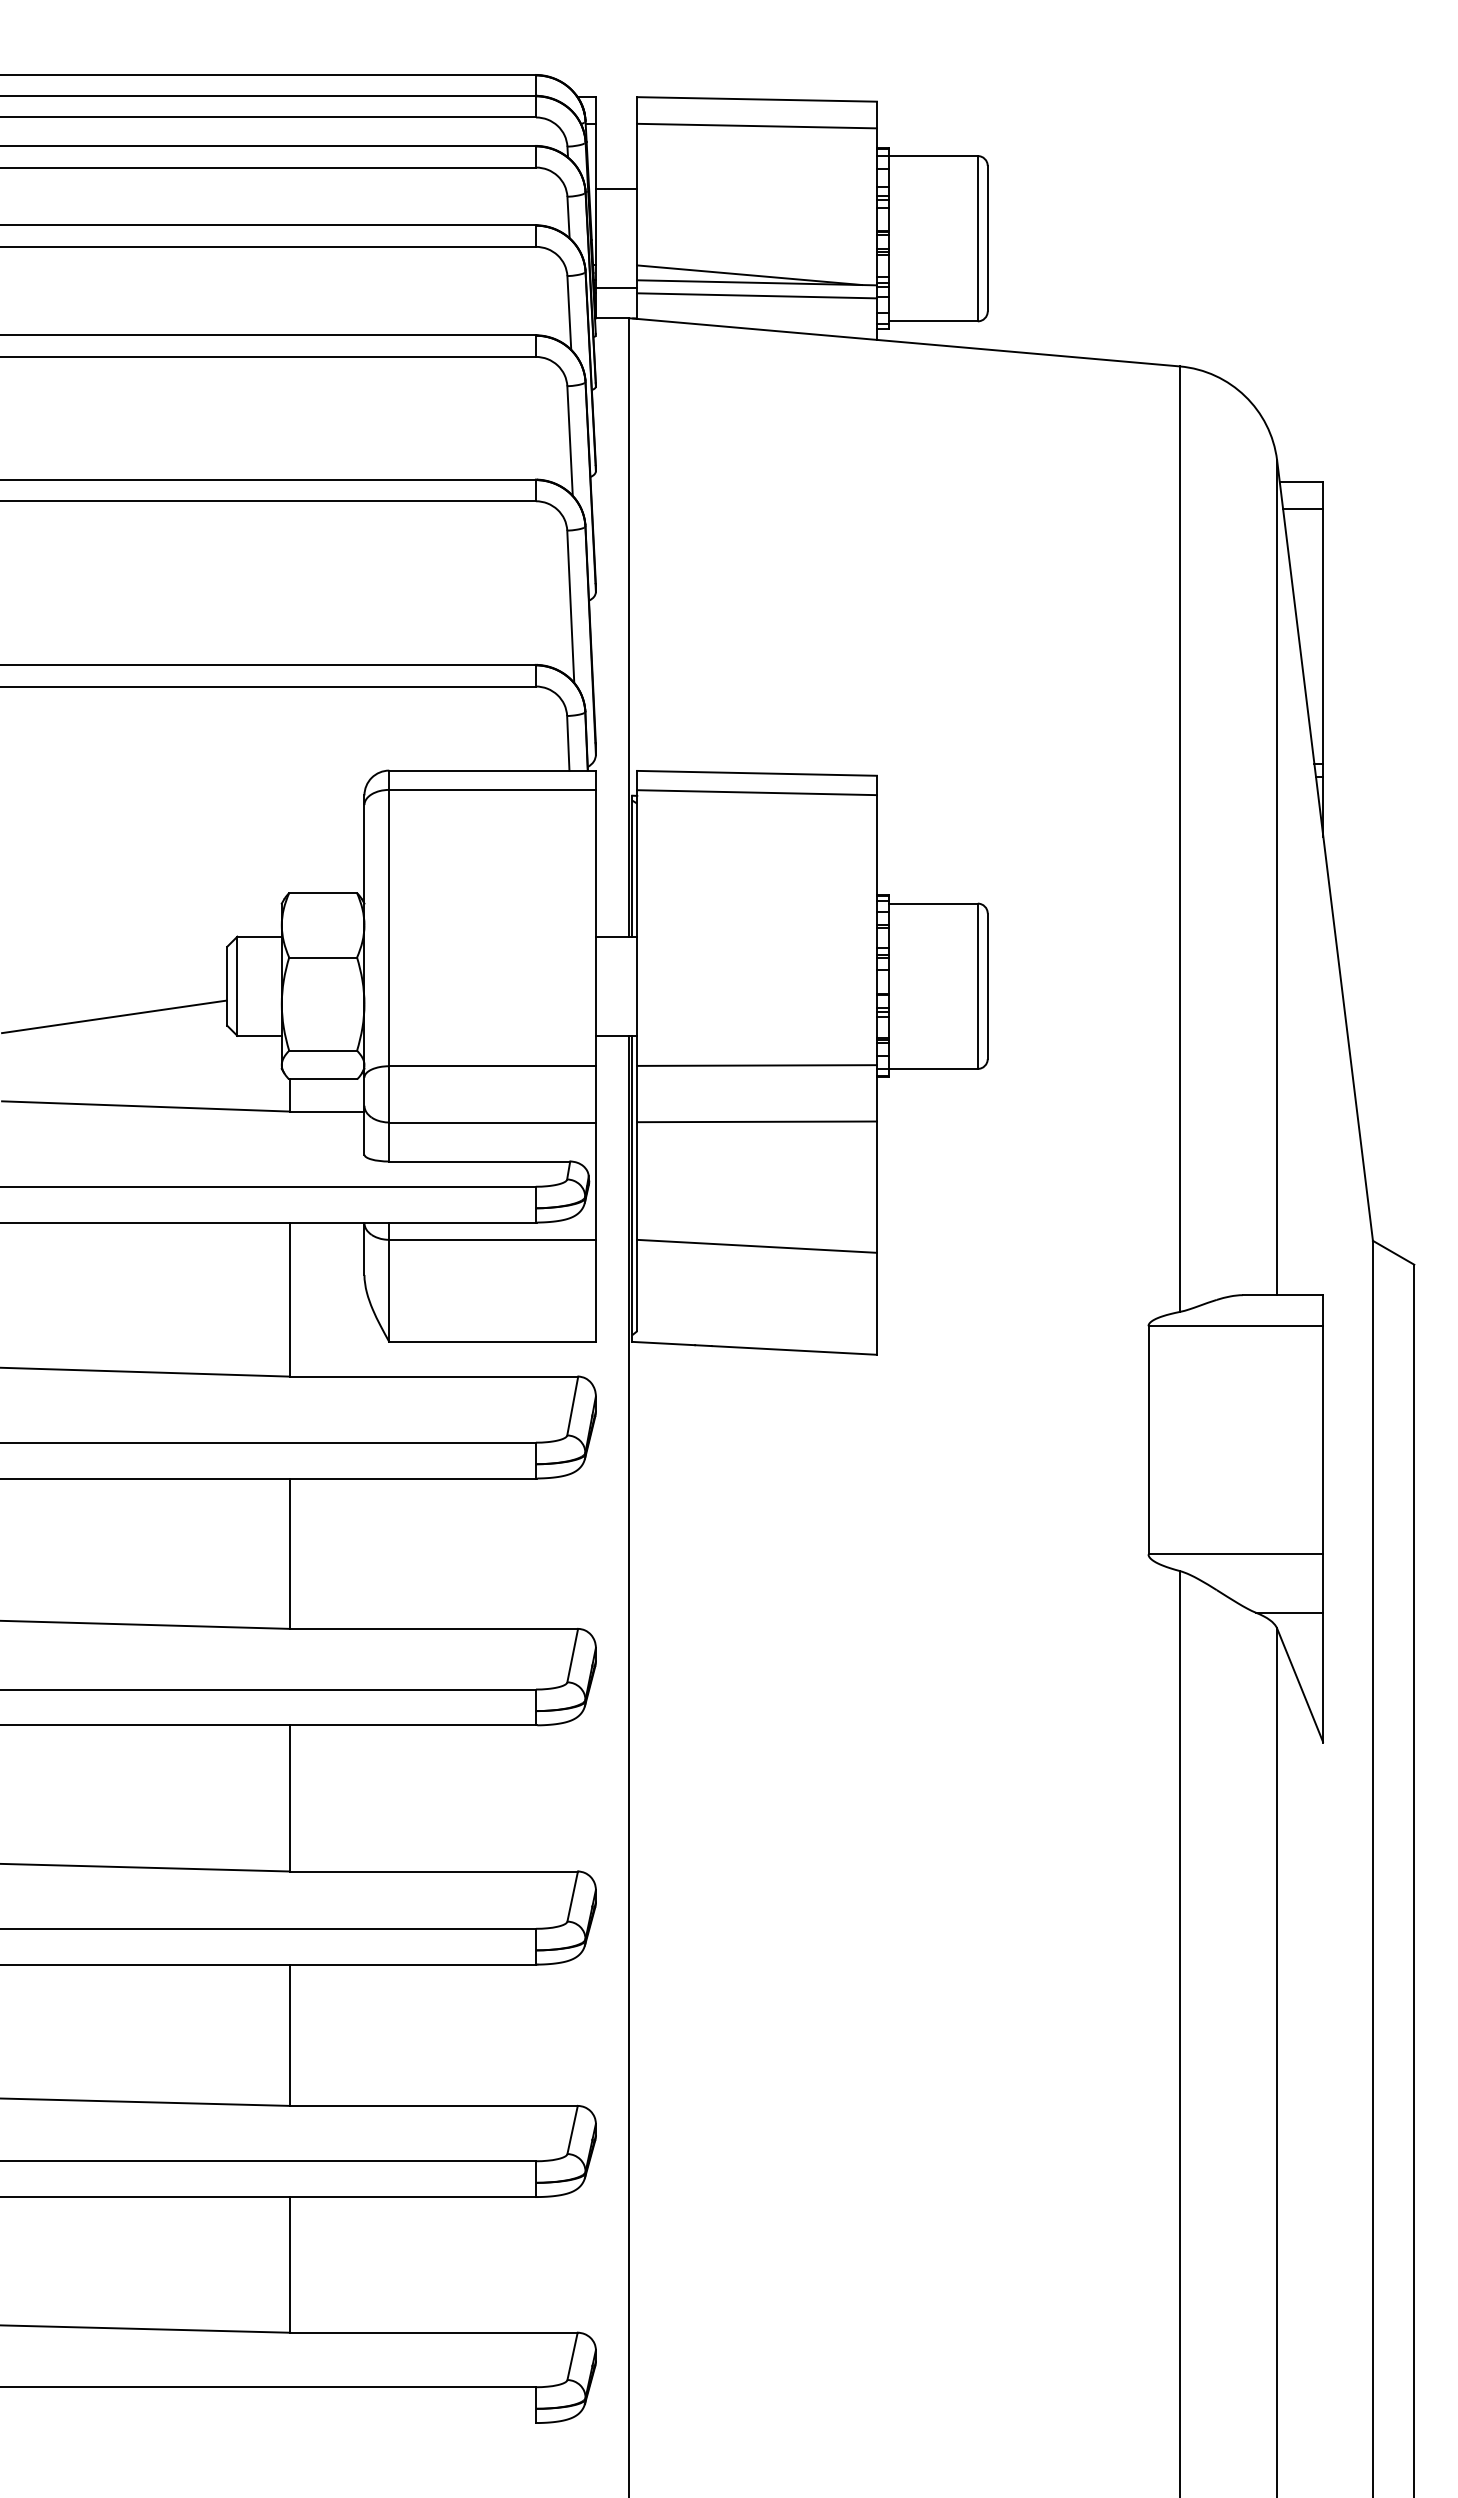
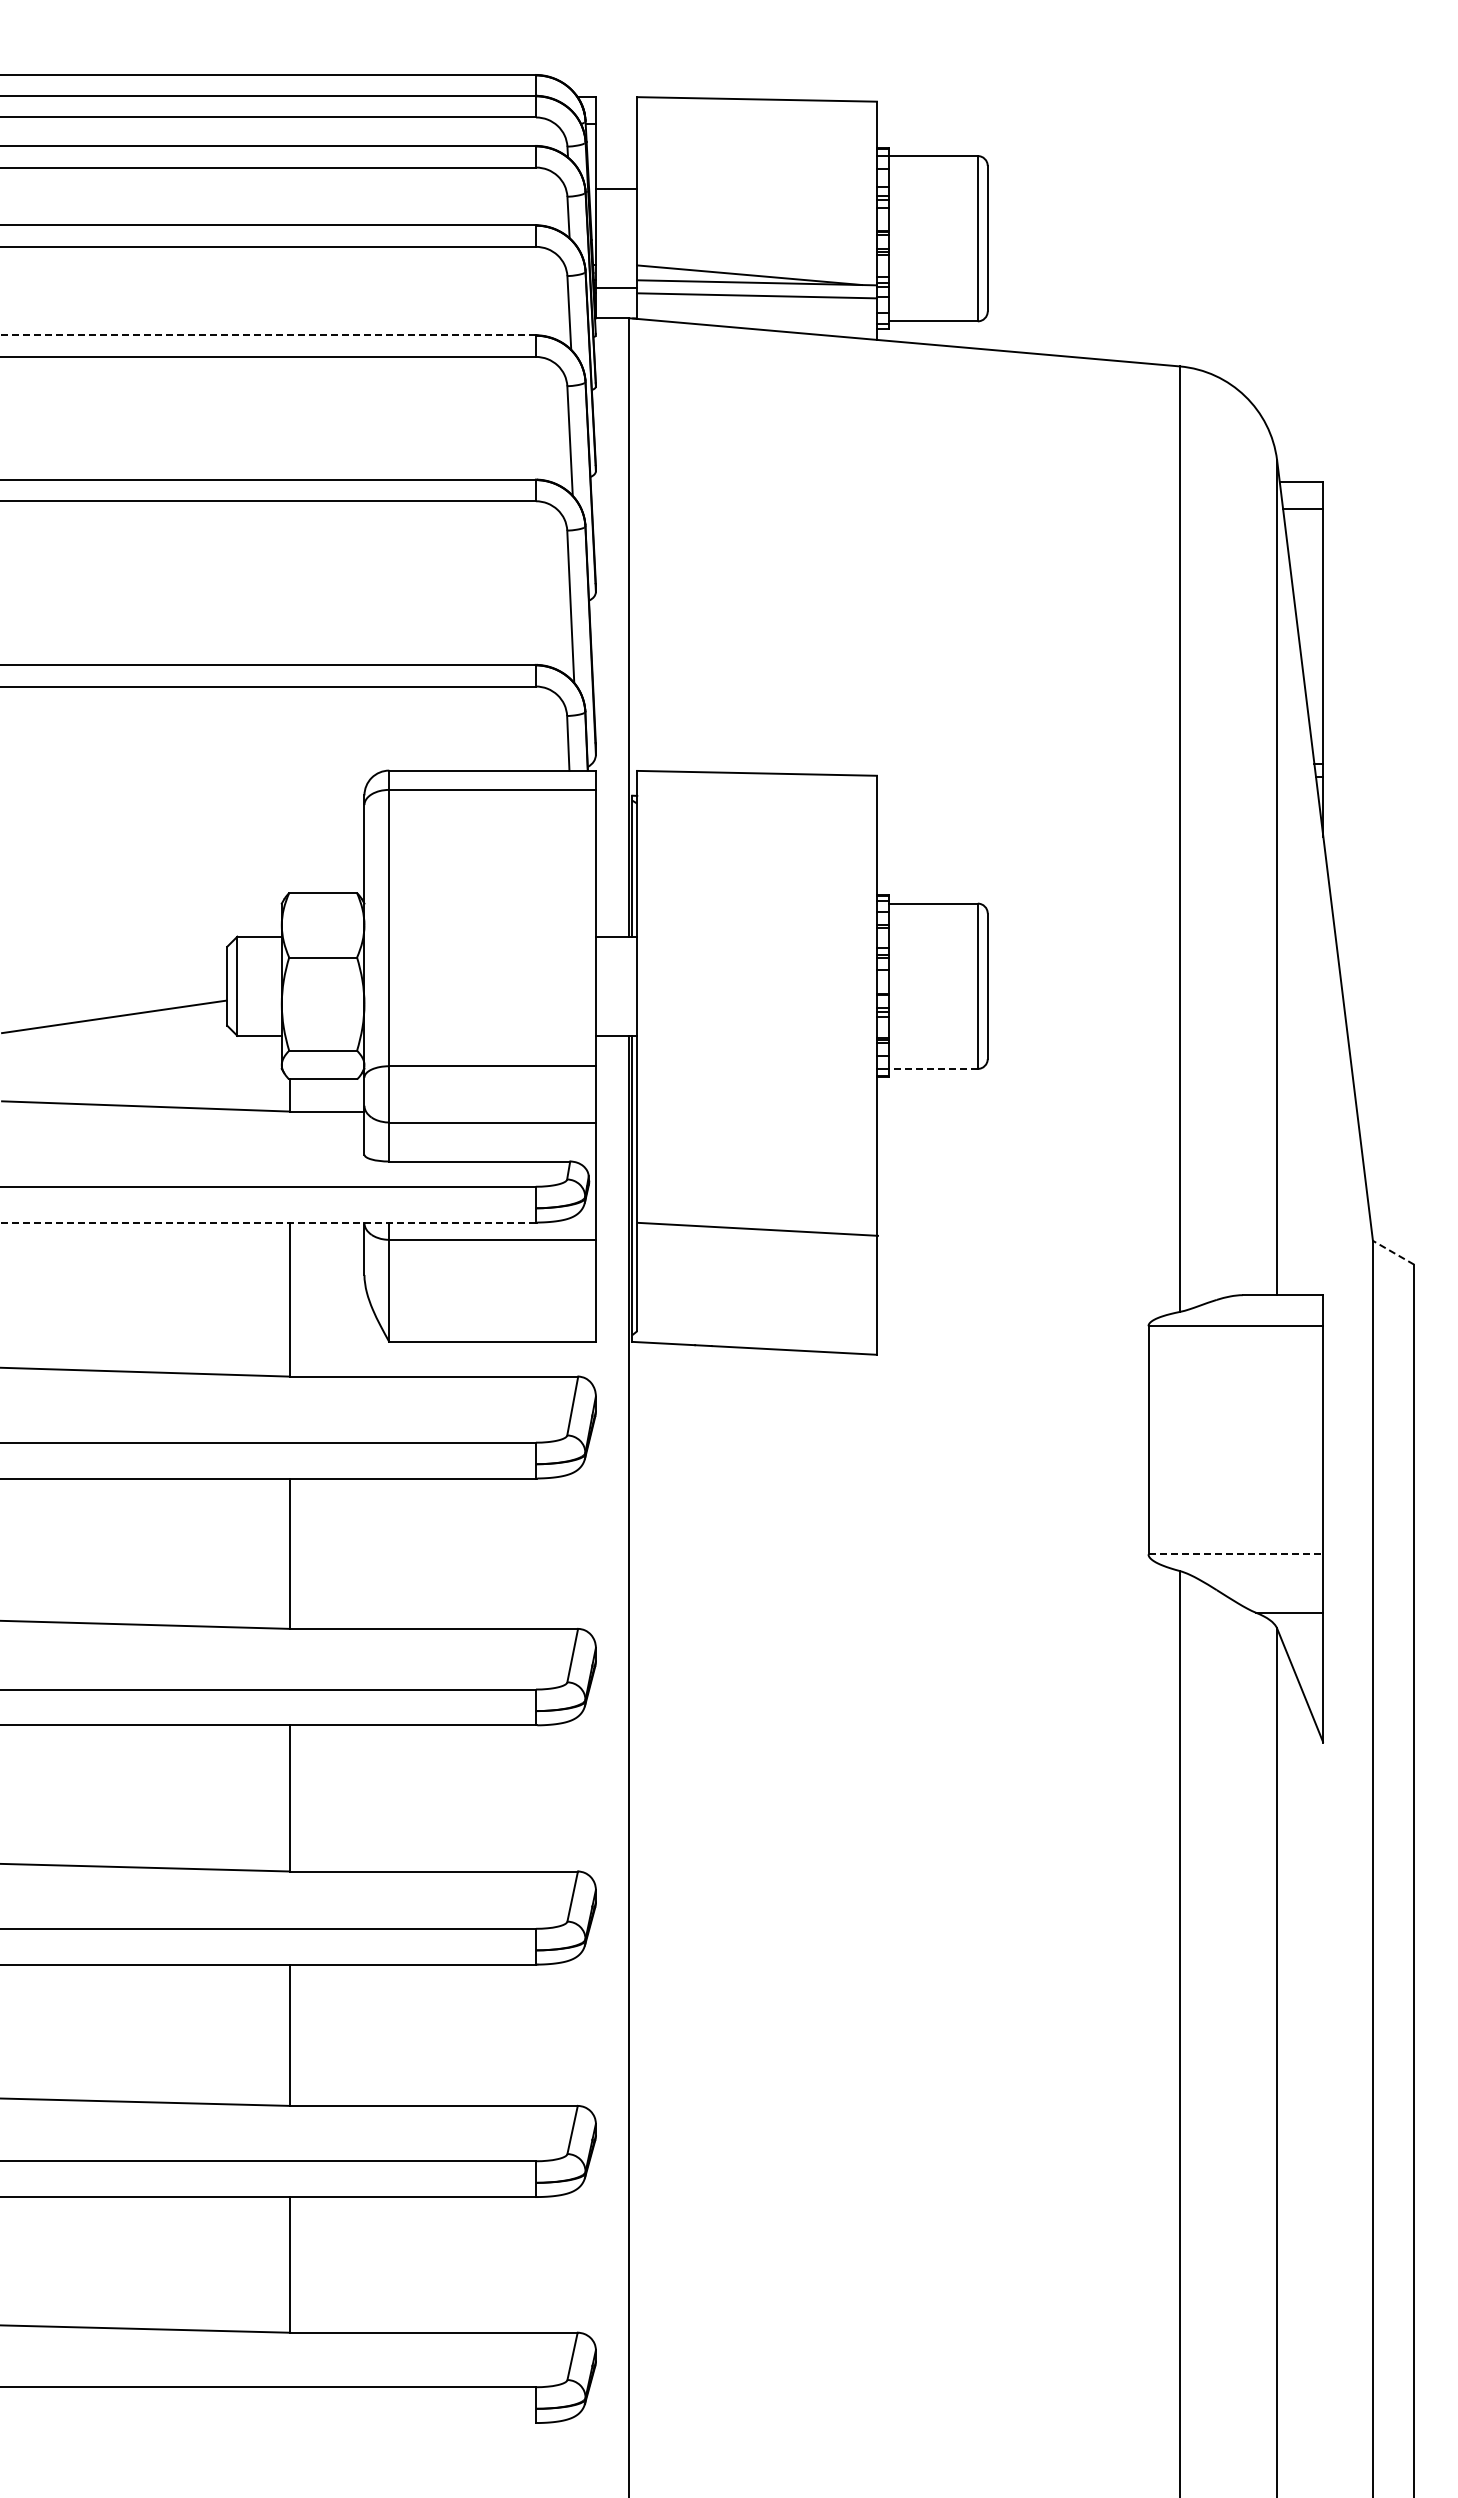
line at (756, 125): present -> none
line at (268, 335): solid -> dashed
line at (756, 792): present -> none
line at (756, 1065): present -> none
line at (933, 1068): solid -> dashed
line at (756, 1121): present -> none
line at (268, 1222): solid -> dashed
line at (756, 1245) position: (756, 1245) -> (757, 1228)
line at (1393, 1252): solid -> dashed
line at (1236, 1554): solid -> dashed
